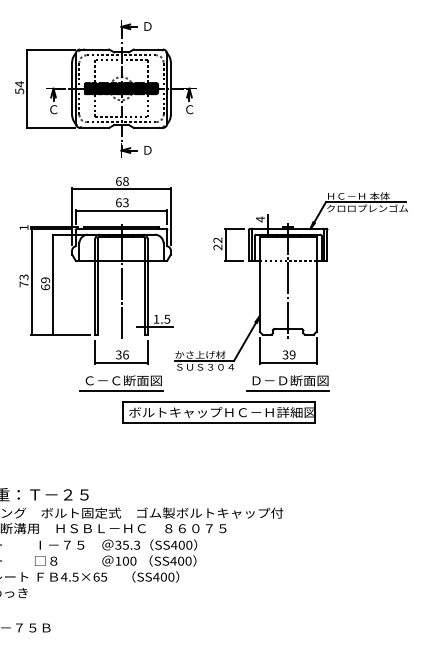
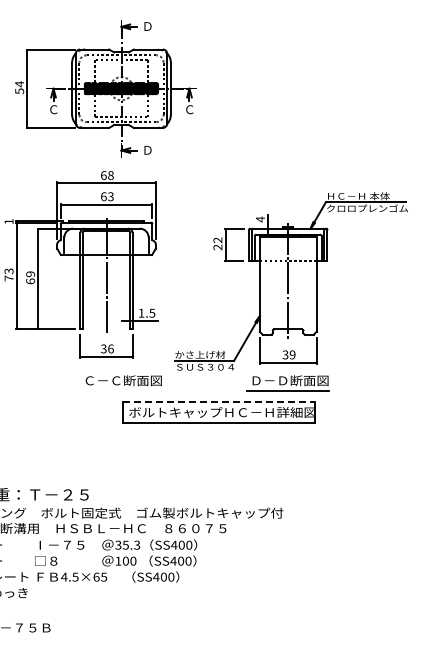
part at (96, 270) position: (96, 270) -> (81, 264)
line at (121, 391): present -> none
line at (219, 402): solid -> dashed
